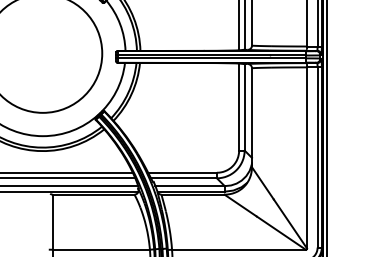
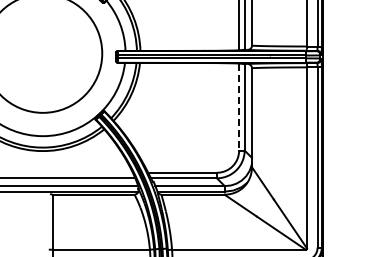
line at (239, 107): solid -> dashed
line at (326, 127): present -> none
line at (67, 172): present -> none
